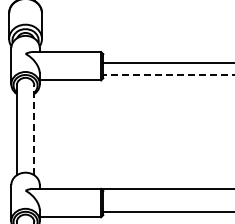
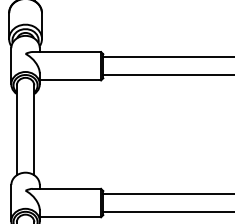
line at (167, 63) position: (167, 63) -> (167, 57)
line at (169, 75): dashed -> solid
line at (34, 130): dashed -> solid
line at (167, 189) position: (167, 189) -> (167, 194)
